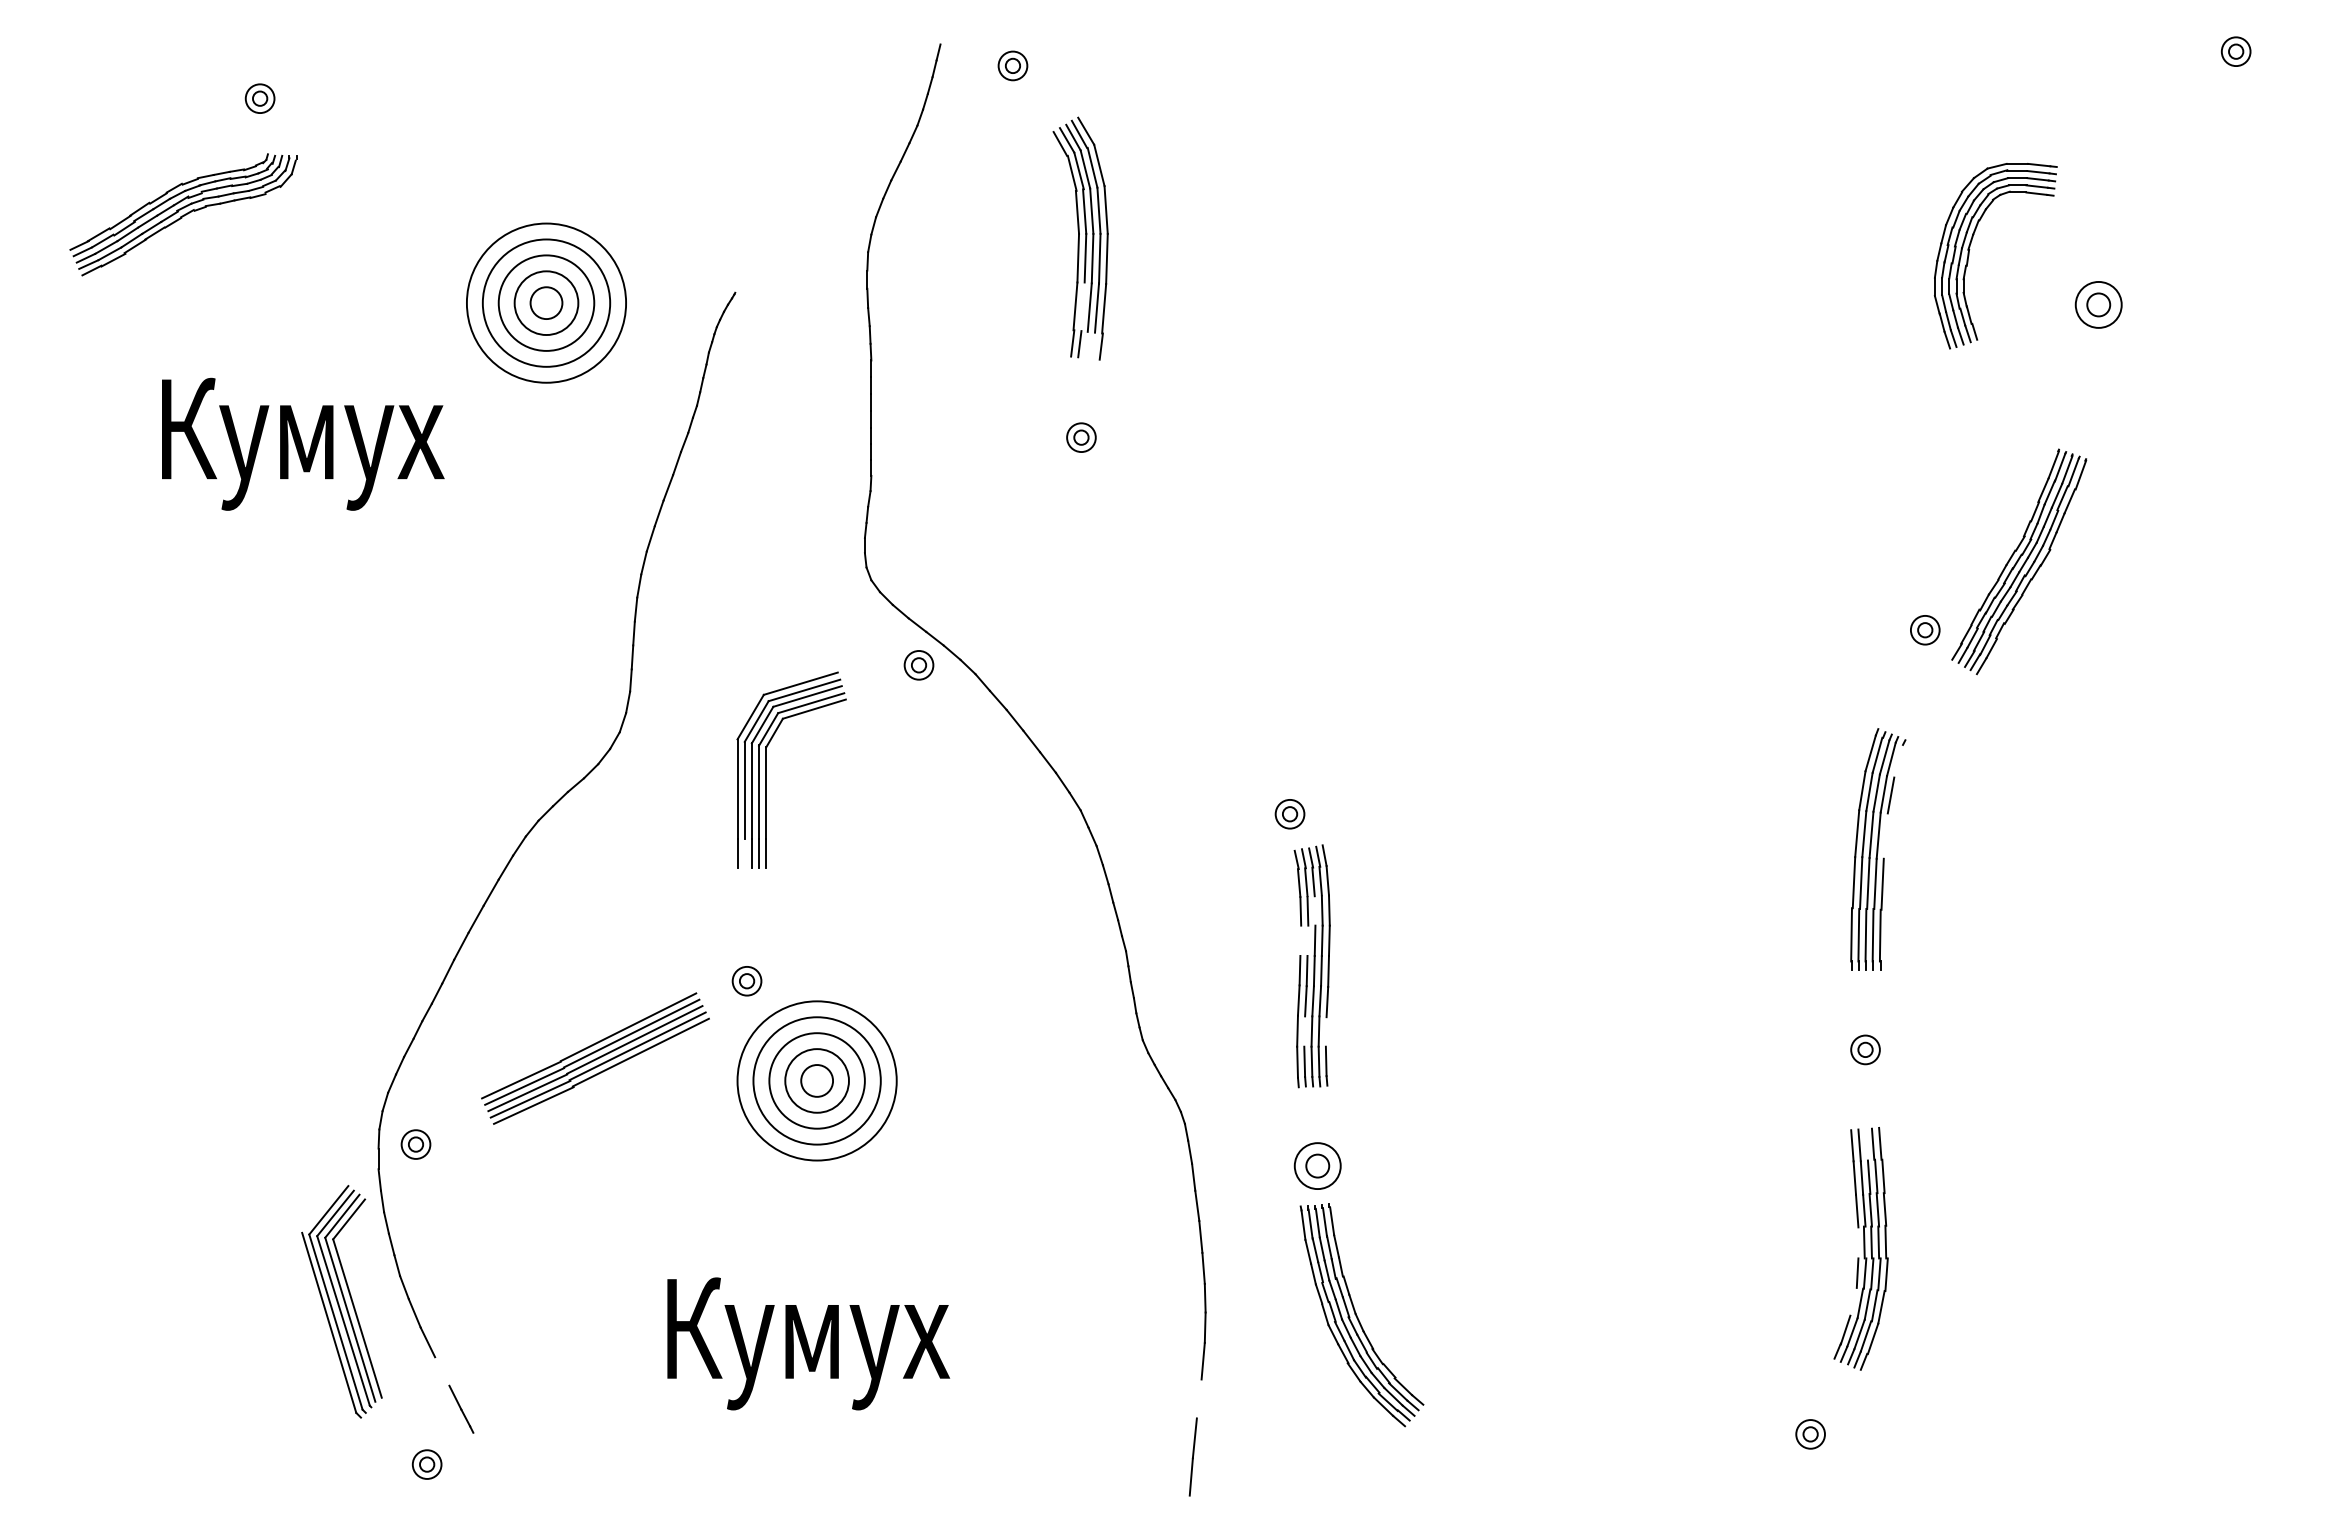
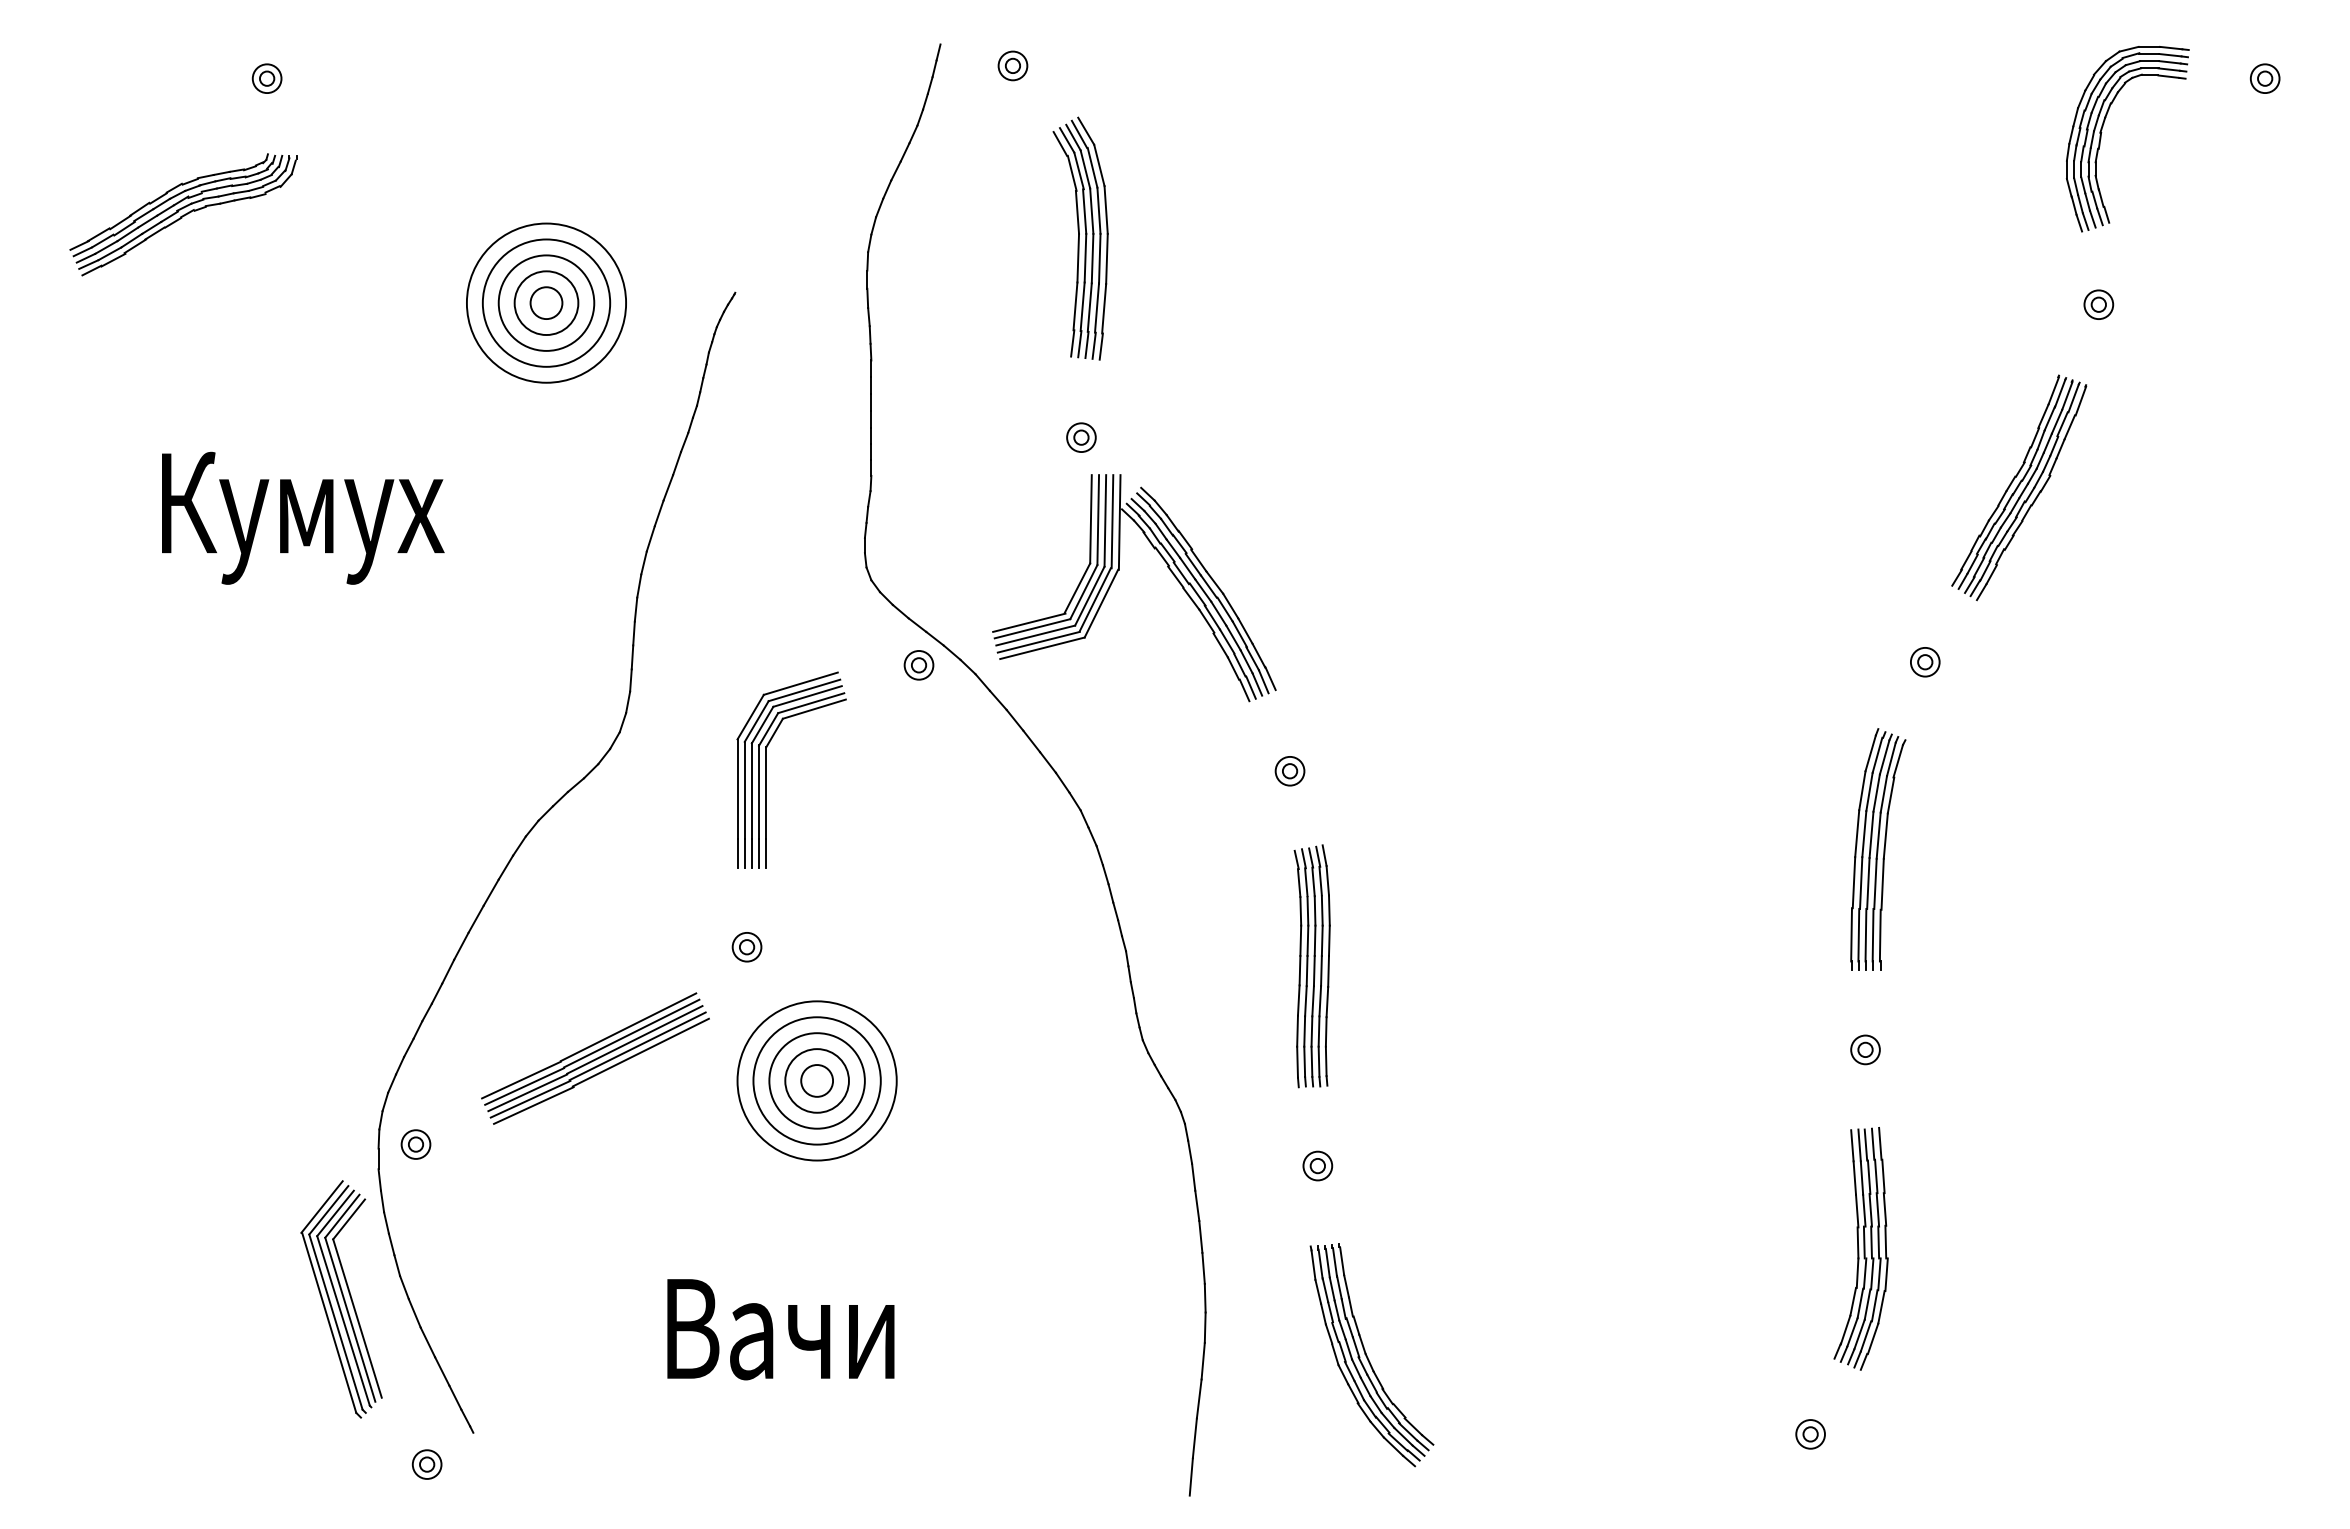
part at (2235, 51) position: (2235, 51) -> (2264, 78)
part at (259, 98) position: (259, 98) -> (266, 78)
part at (1970, 249) position: (1970, 249) -> (2102, 132)
part at (2098, 304) size: 49x48 px -> 32x31 px
line at (1082, 306): none -> present
line at (1086, 344): none -> present
line at (1093, 345): none -> present
text at (303, 443) position: (303, 443) -> (303, 517)
part at (2019, 561) position: (2019, 561) -> (2019, 487)
part at (1114, 579): none -> present
part at (1925, 630) position: (1925, 630) -> (1925, 662)
line at (1897, 760): none -> present
part at (1289, 814) position: (1289, 814) -> (1289, 771)
line at (1885, 835): none -> present
line at (744, 852): none -> present
line at (1314, 910): none -> present
line at (1300, 940): none -> present
line at (1307, 940): none -> present
part at (746, 981) position: (746, 981) -> (746, 947)
line at (1304, 1031): none -> present
line at (1325, 1031): none -> present
line at (1865, 1144): none -> present
part at (1317, 1165) size: 49x48 px -> 32x32 px
line at (321, 1206): none -> present
line at (1857, 1242): none -> present
line at (1853, 1301): none -> present
part at (1361, 1315) position: (1361, 1315) -> (1371, 1355)
text at (813, 1343): Кумух -> Вачи
line at (442, 1371): none -> present
line at (1198, 1398): none -> present
